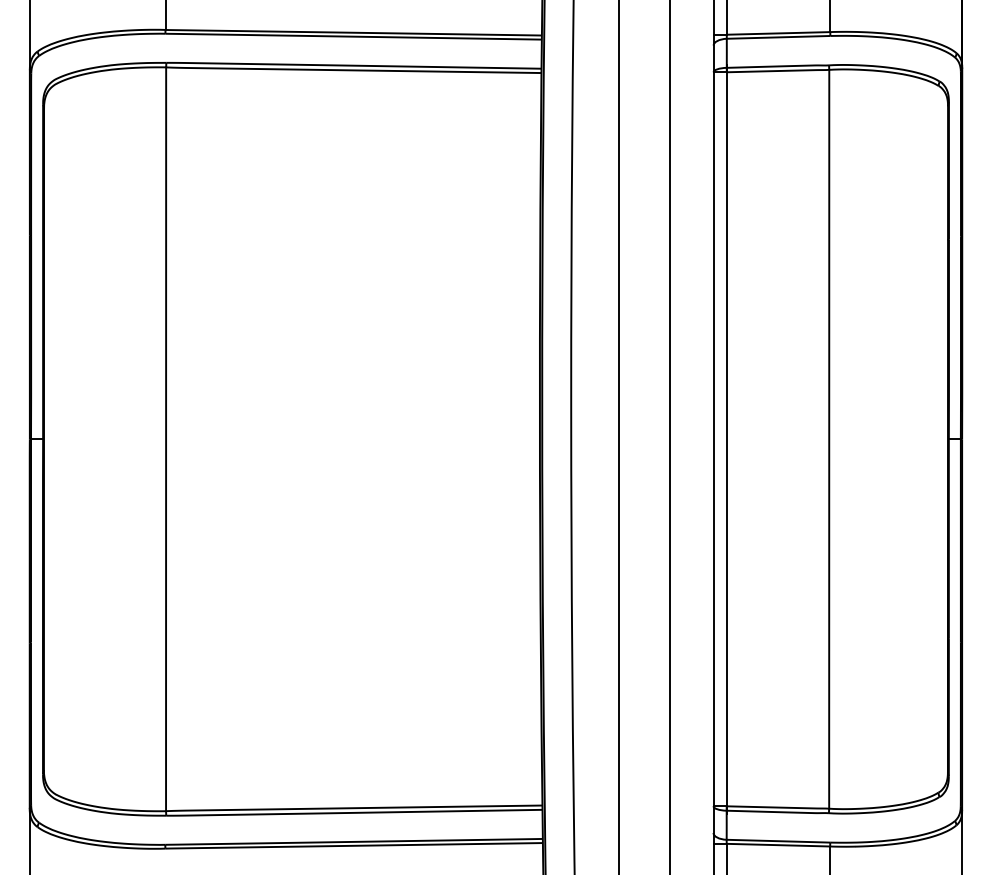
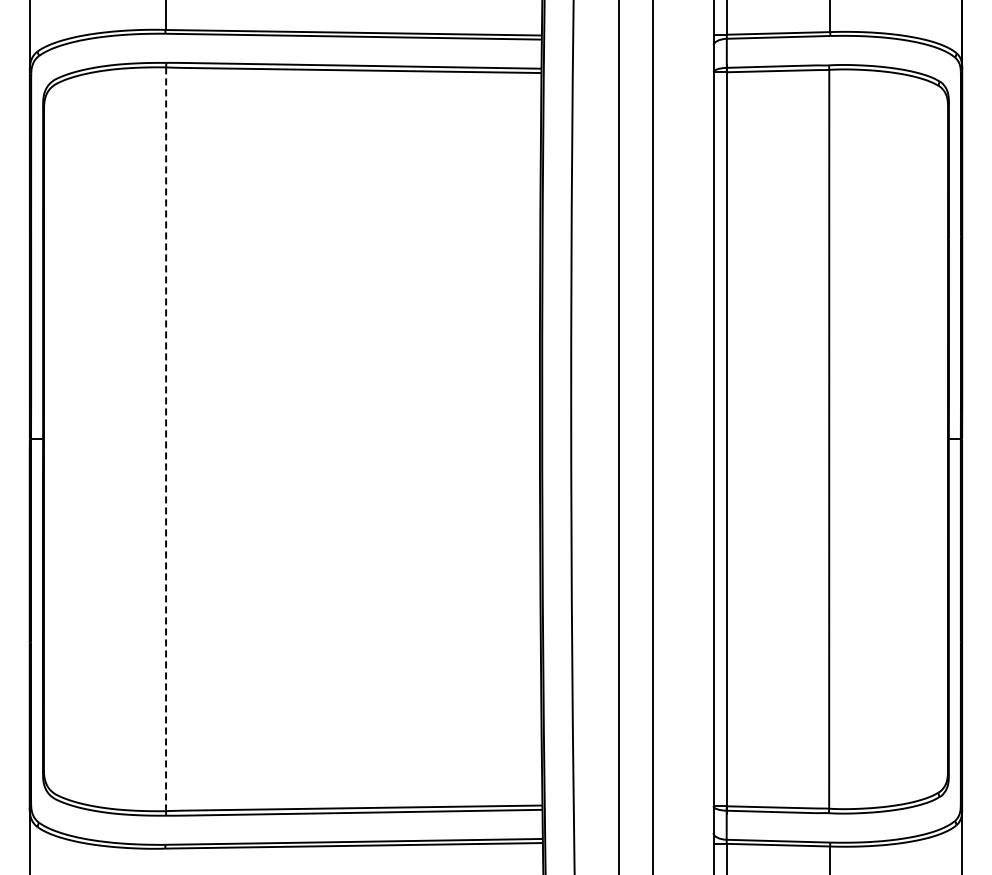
line at (669, 436) position: (669, 436) -> (652, 436)
line at (166, 439): solid -> dashed
